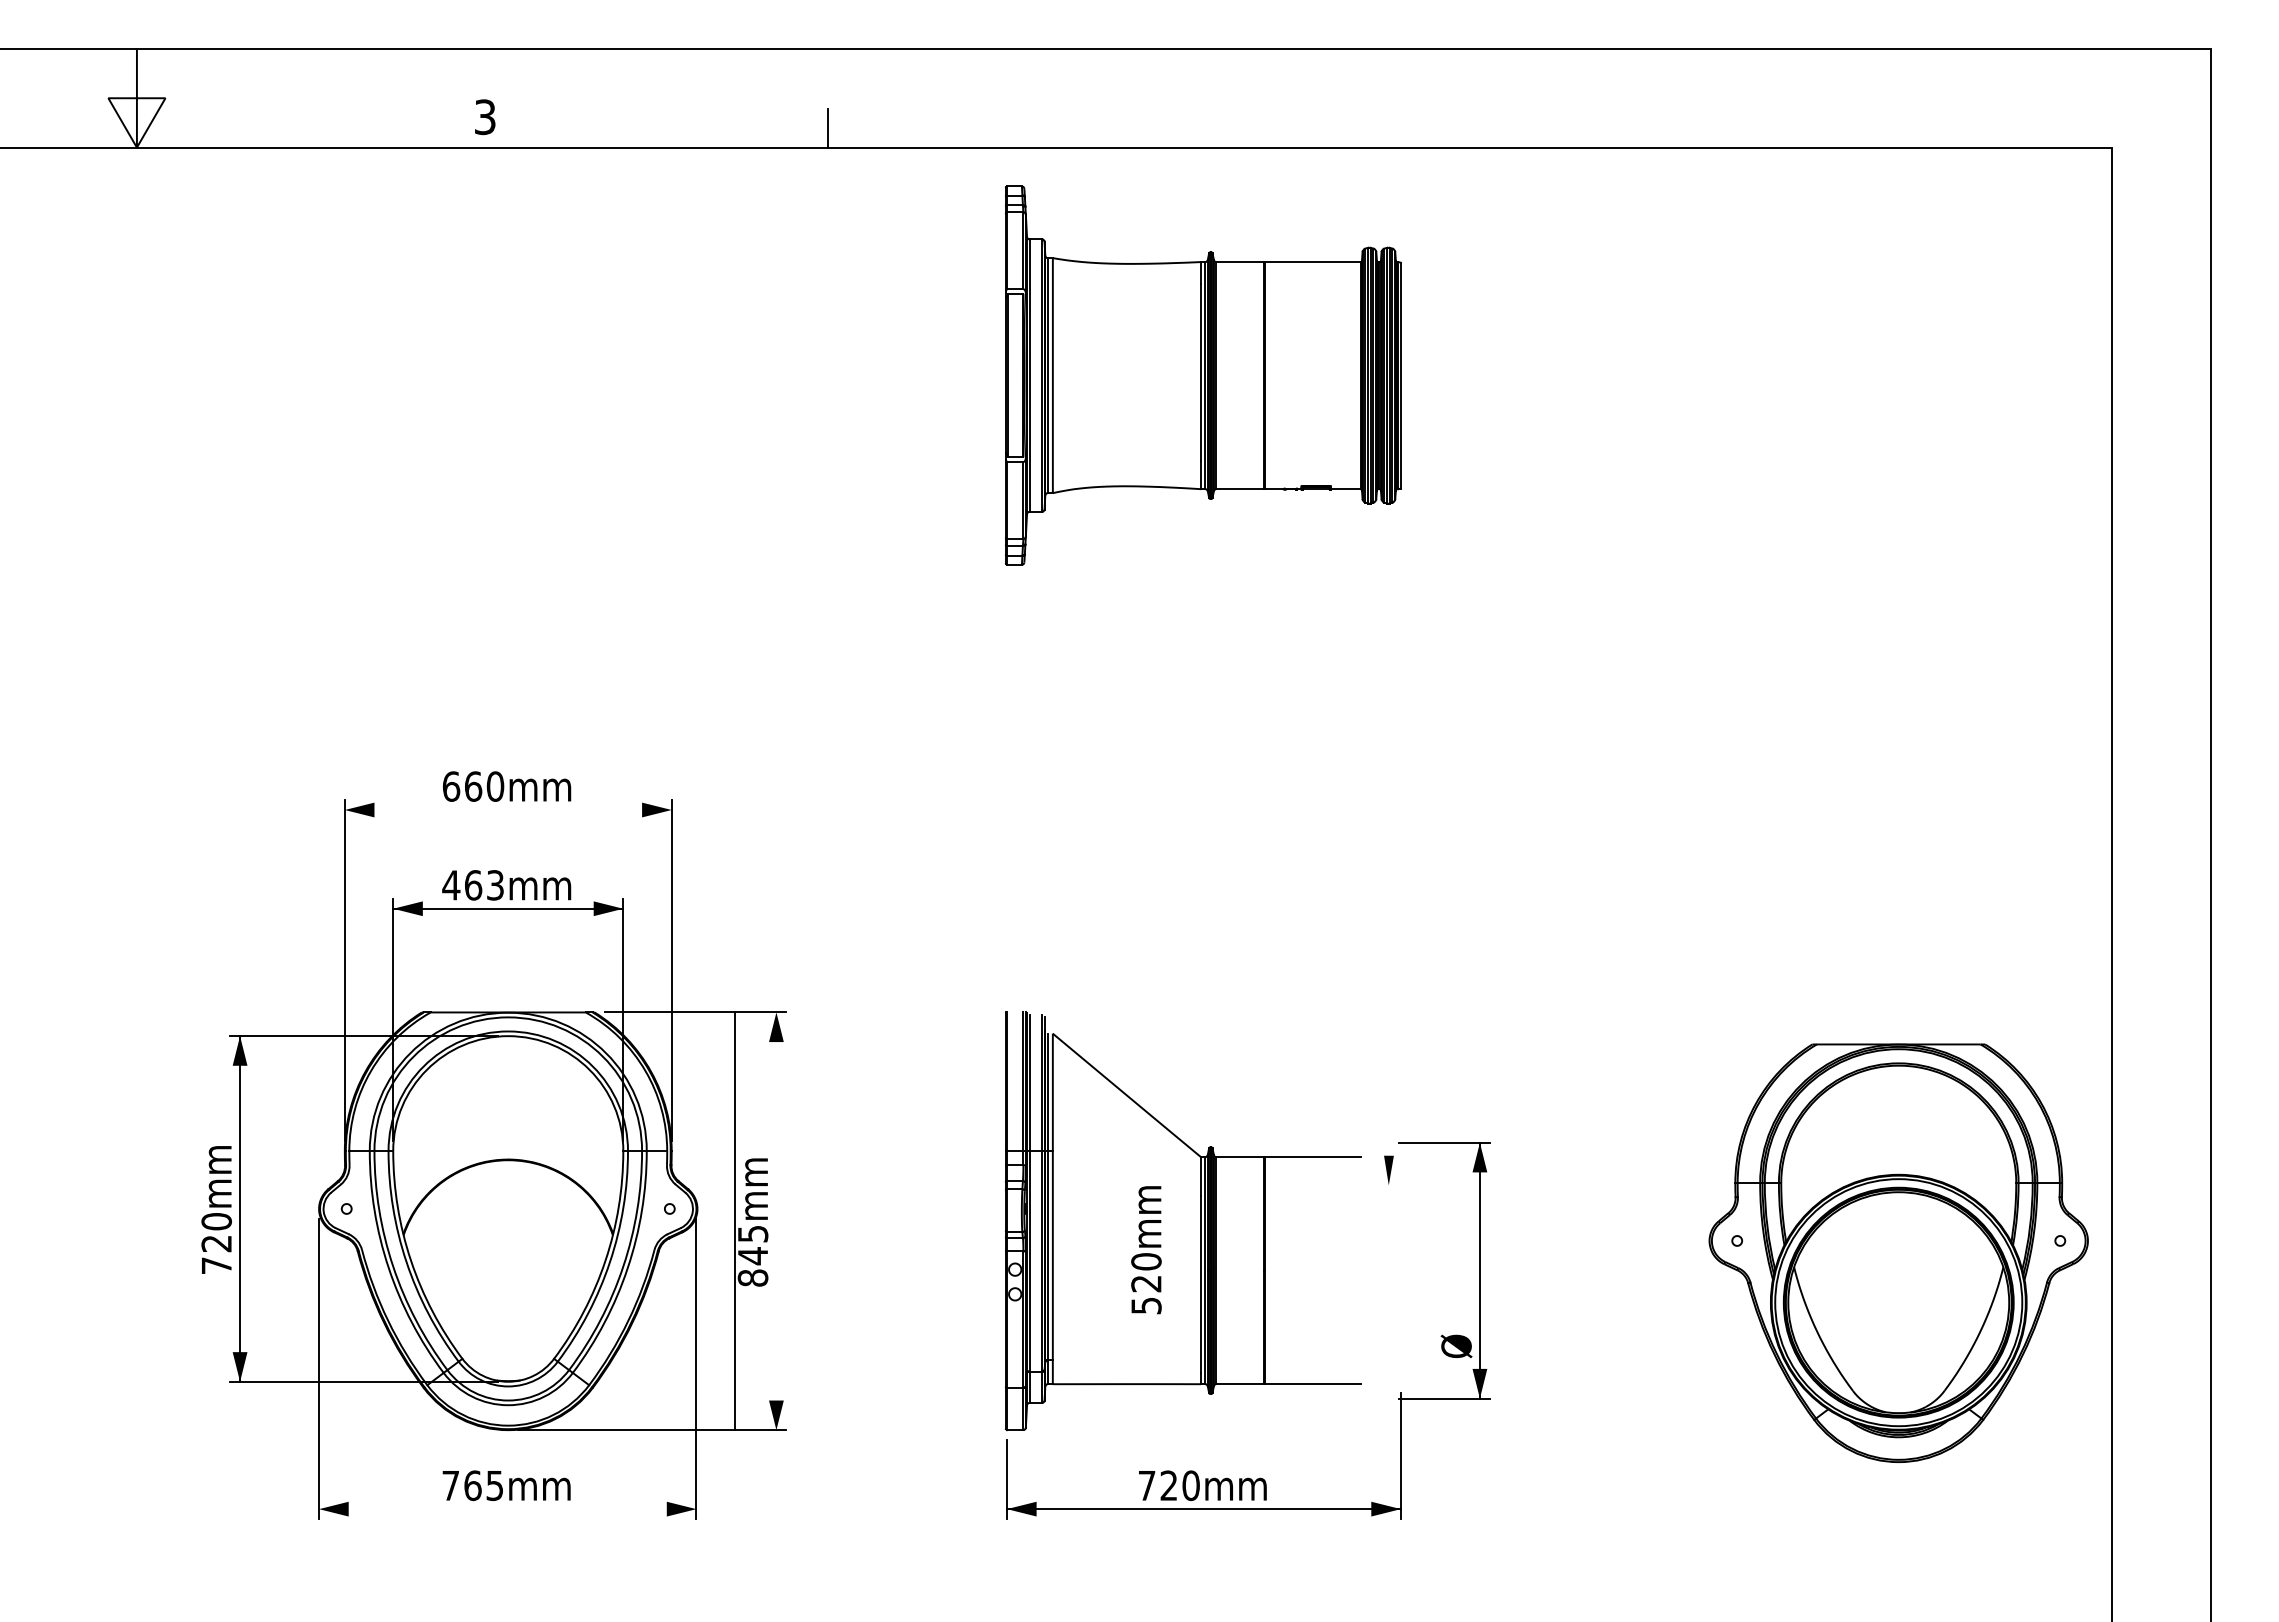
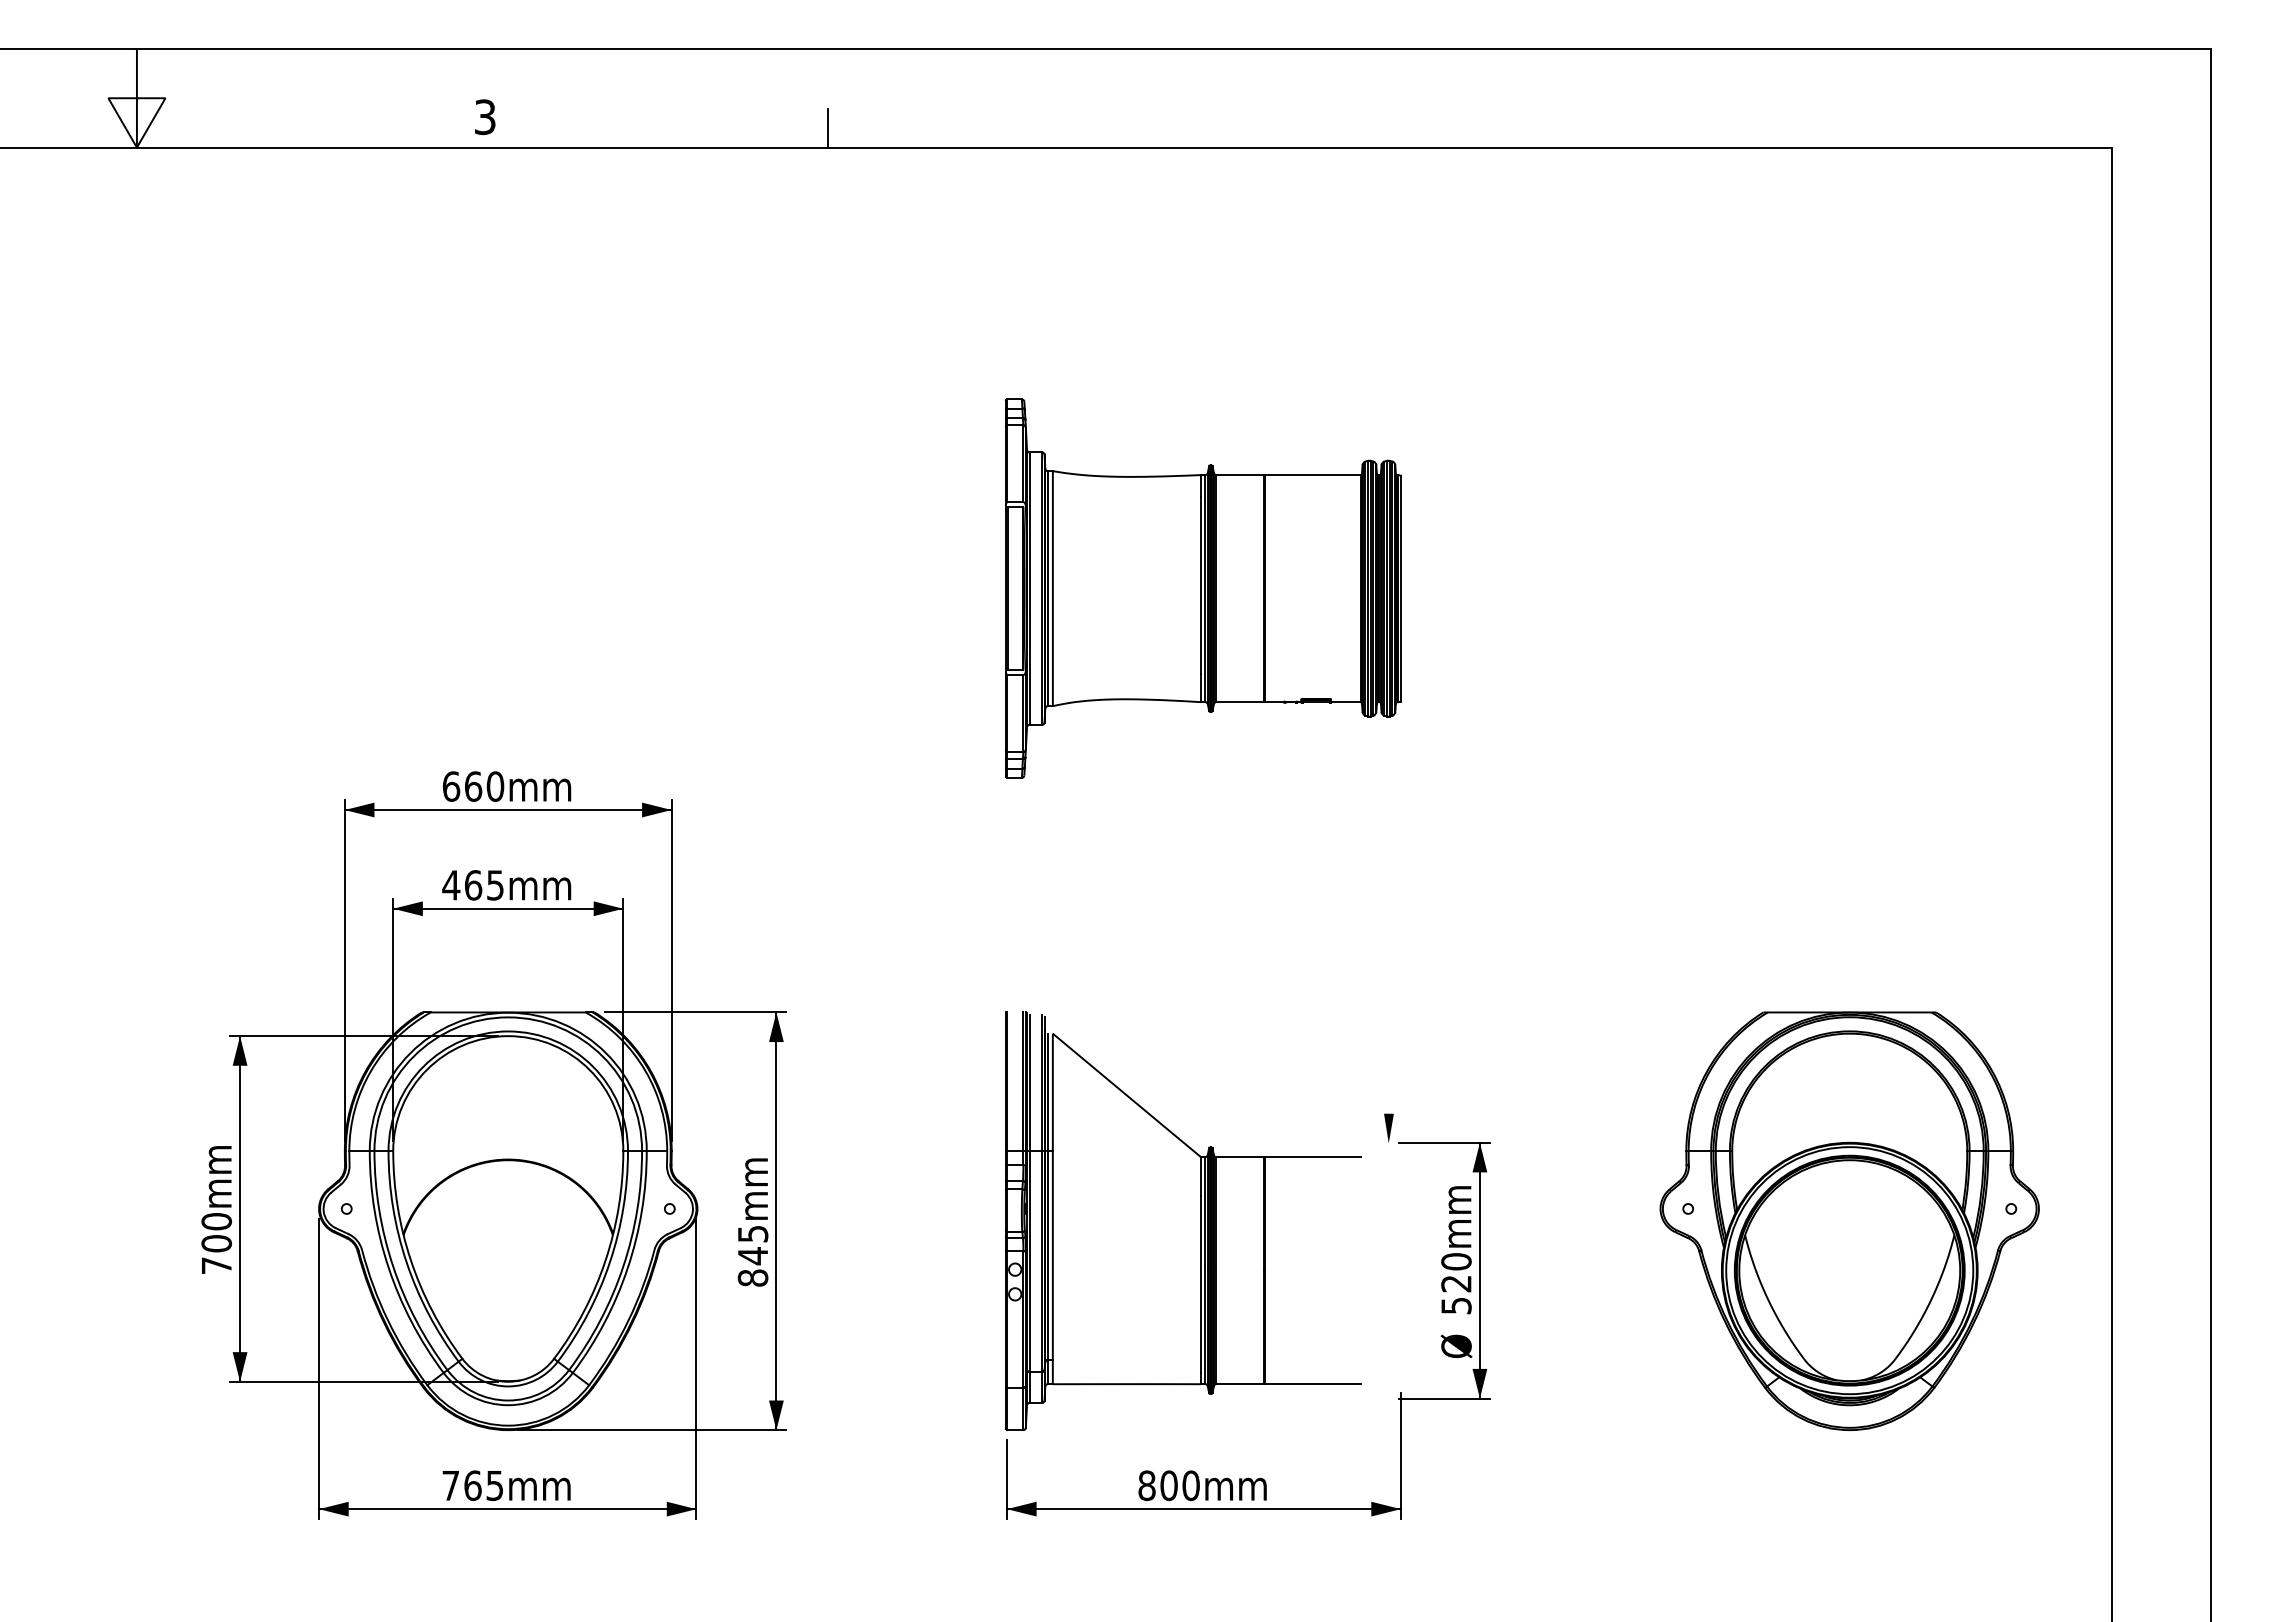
part at (1203, 375) position: (1203, 375) -> (1203, 588)
line at (507, 810): none -> present
text at (495, 884): 463mm -> 465mm
part at (1388, 1169) position: (1388, 1169) -> (1388, 1127)
line at (735, 1221) position: (735, 1221) -> (776, 1221)
text at (216, 1243): 720mm -> 700mm
text at (1146, 1250) position: (1146, 1250) -> (1456, 1250)
part at (1898, 1252) position: (1898, 1252) -> (1849, 1220)
text at (1157, 1485): 720mm -> 800mm
line at (507, 1509): none -> present
